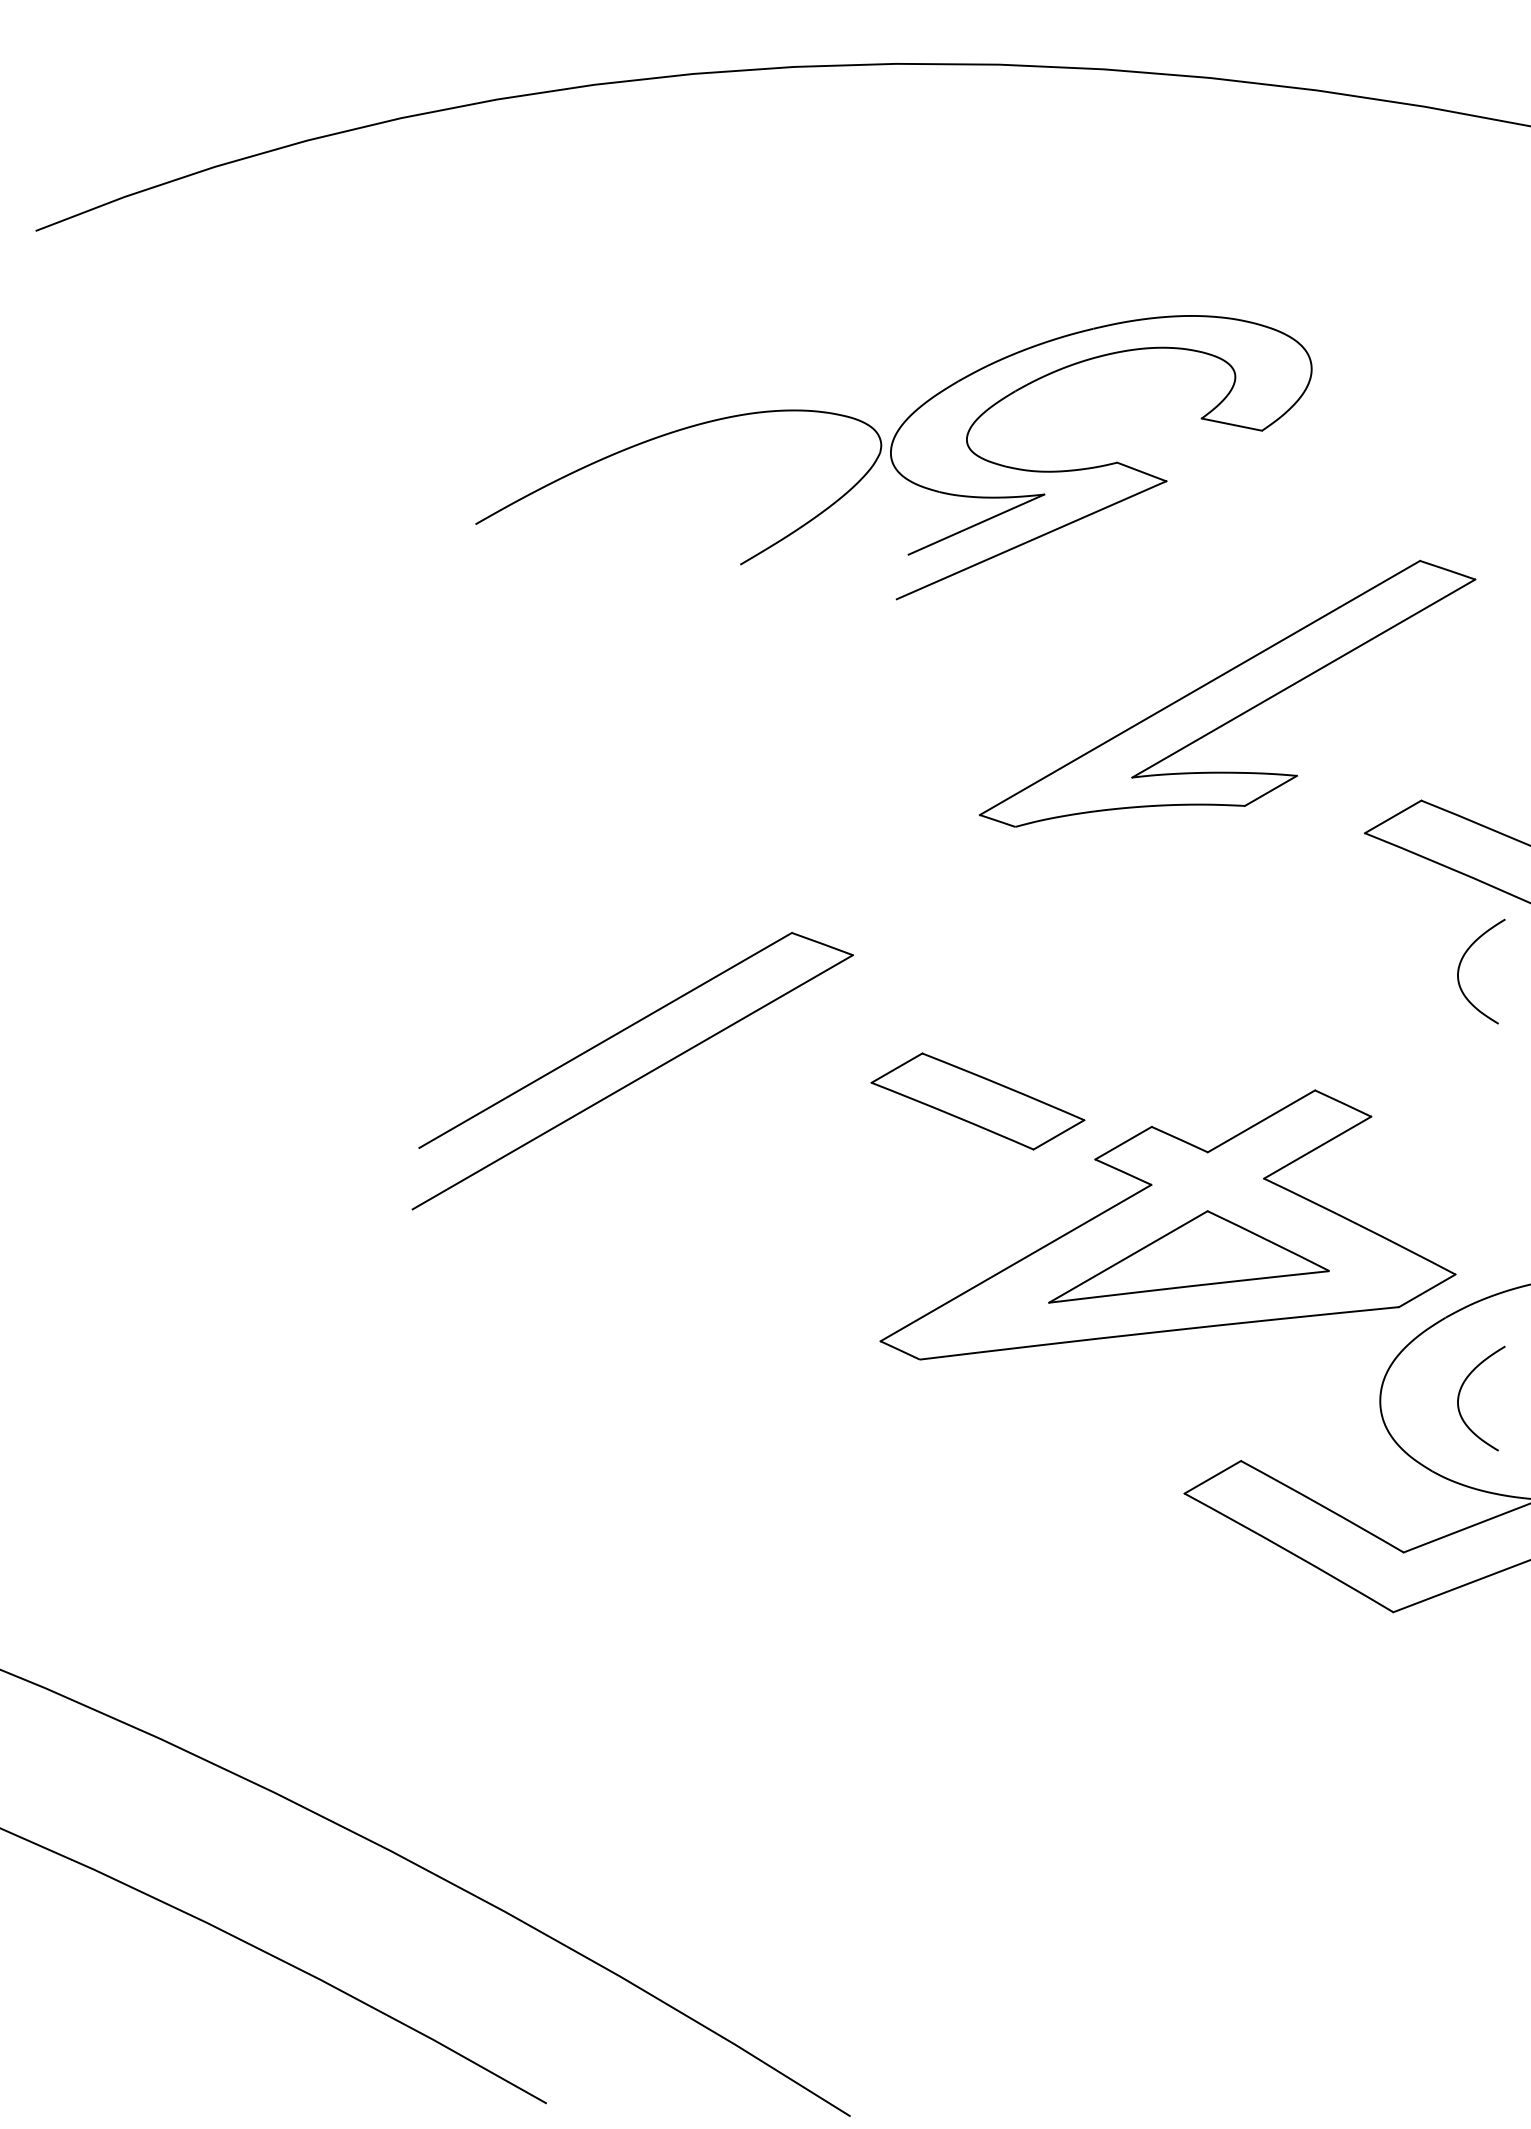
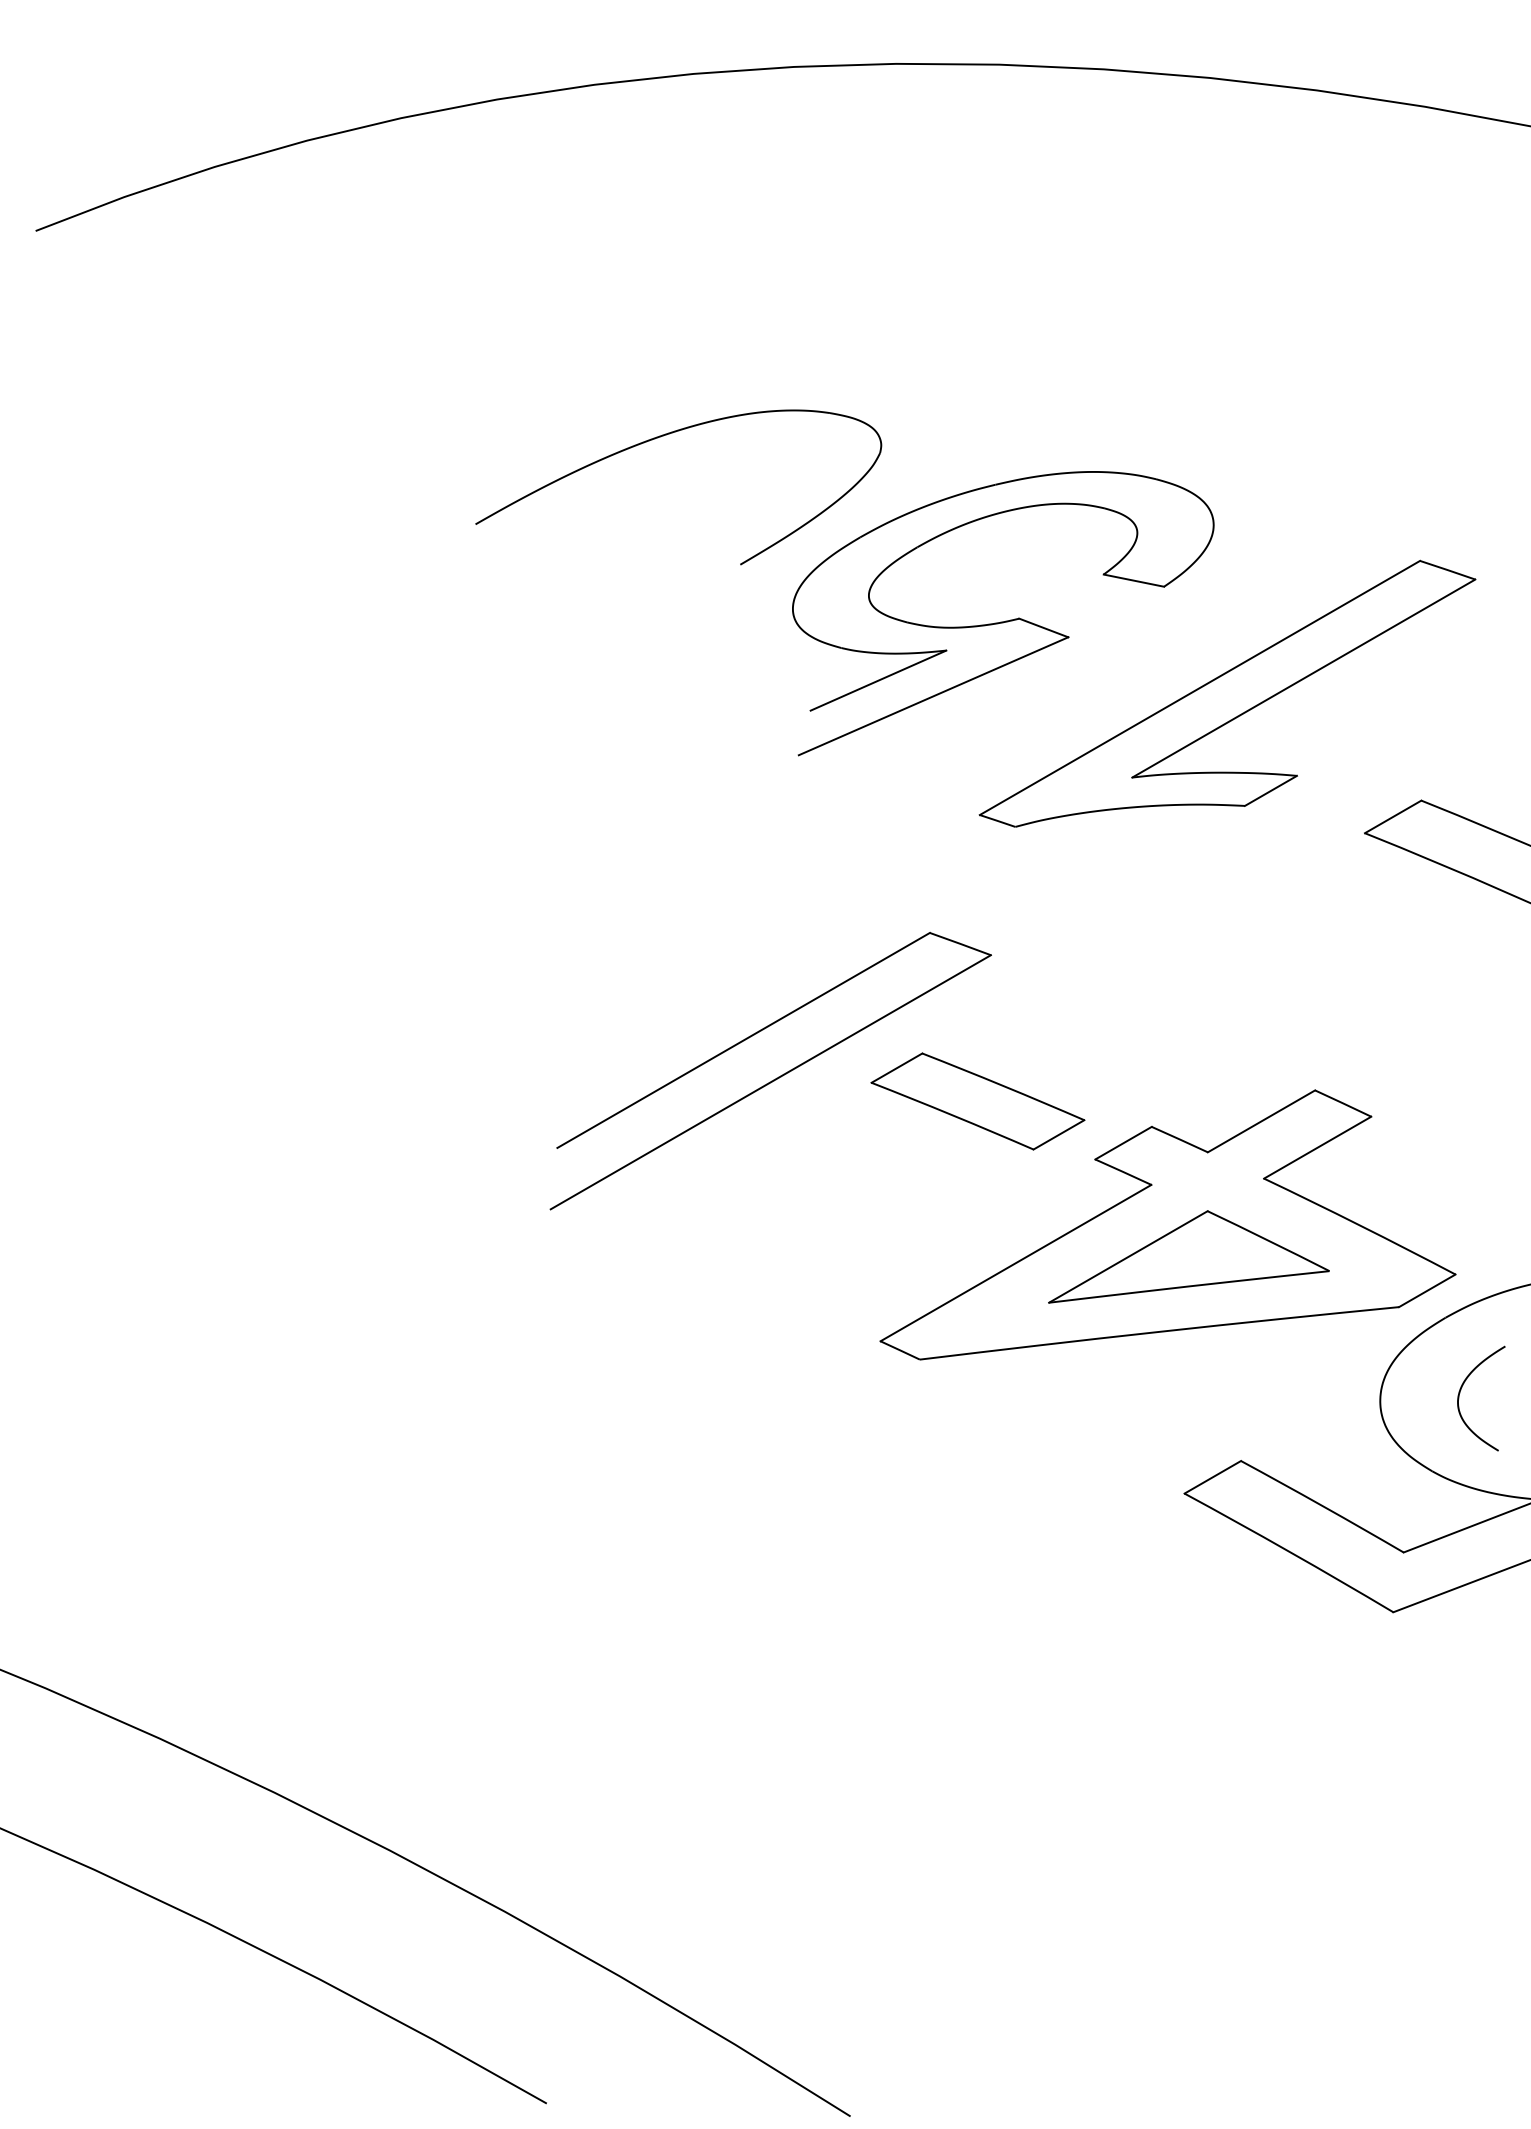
part at (1103, 464) position: (1103, 464) -> (1005, 620)
curve at (1461, 963): present -> none
part at (638, 1077) position: (638, 1077) -> (776, 1077)
